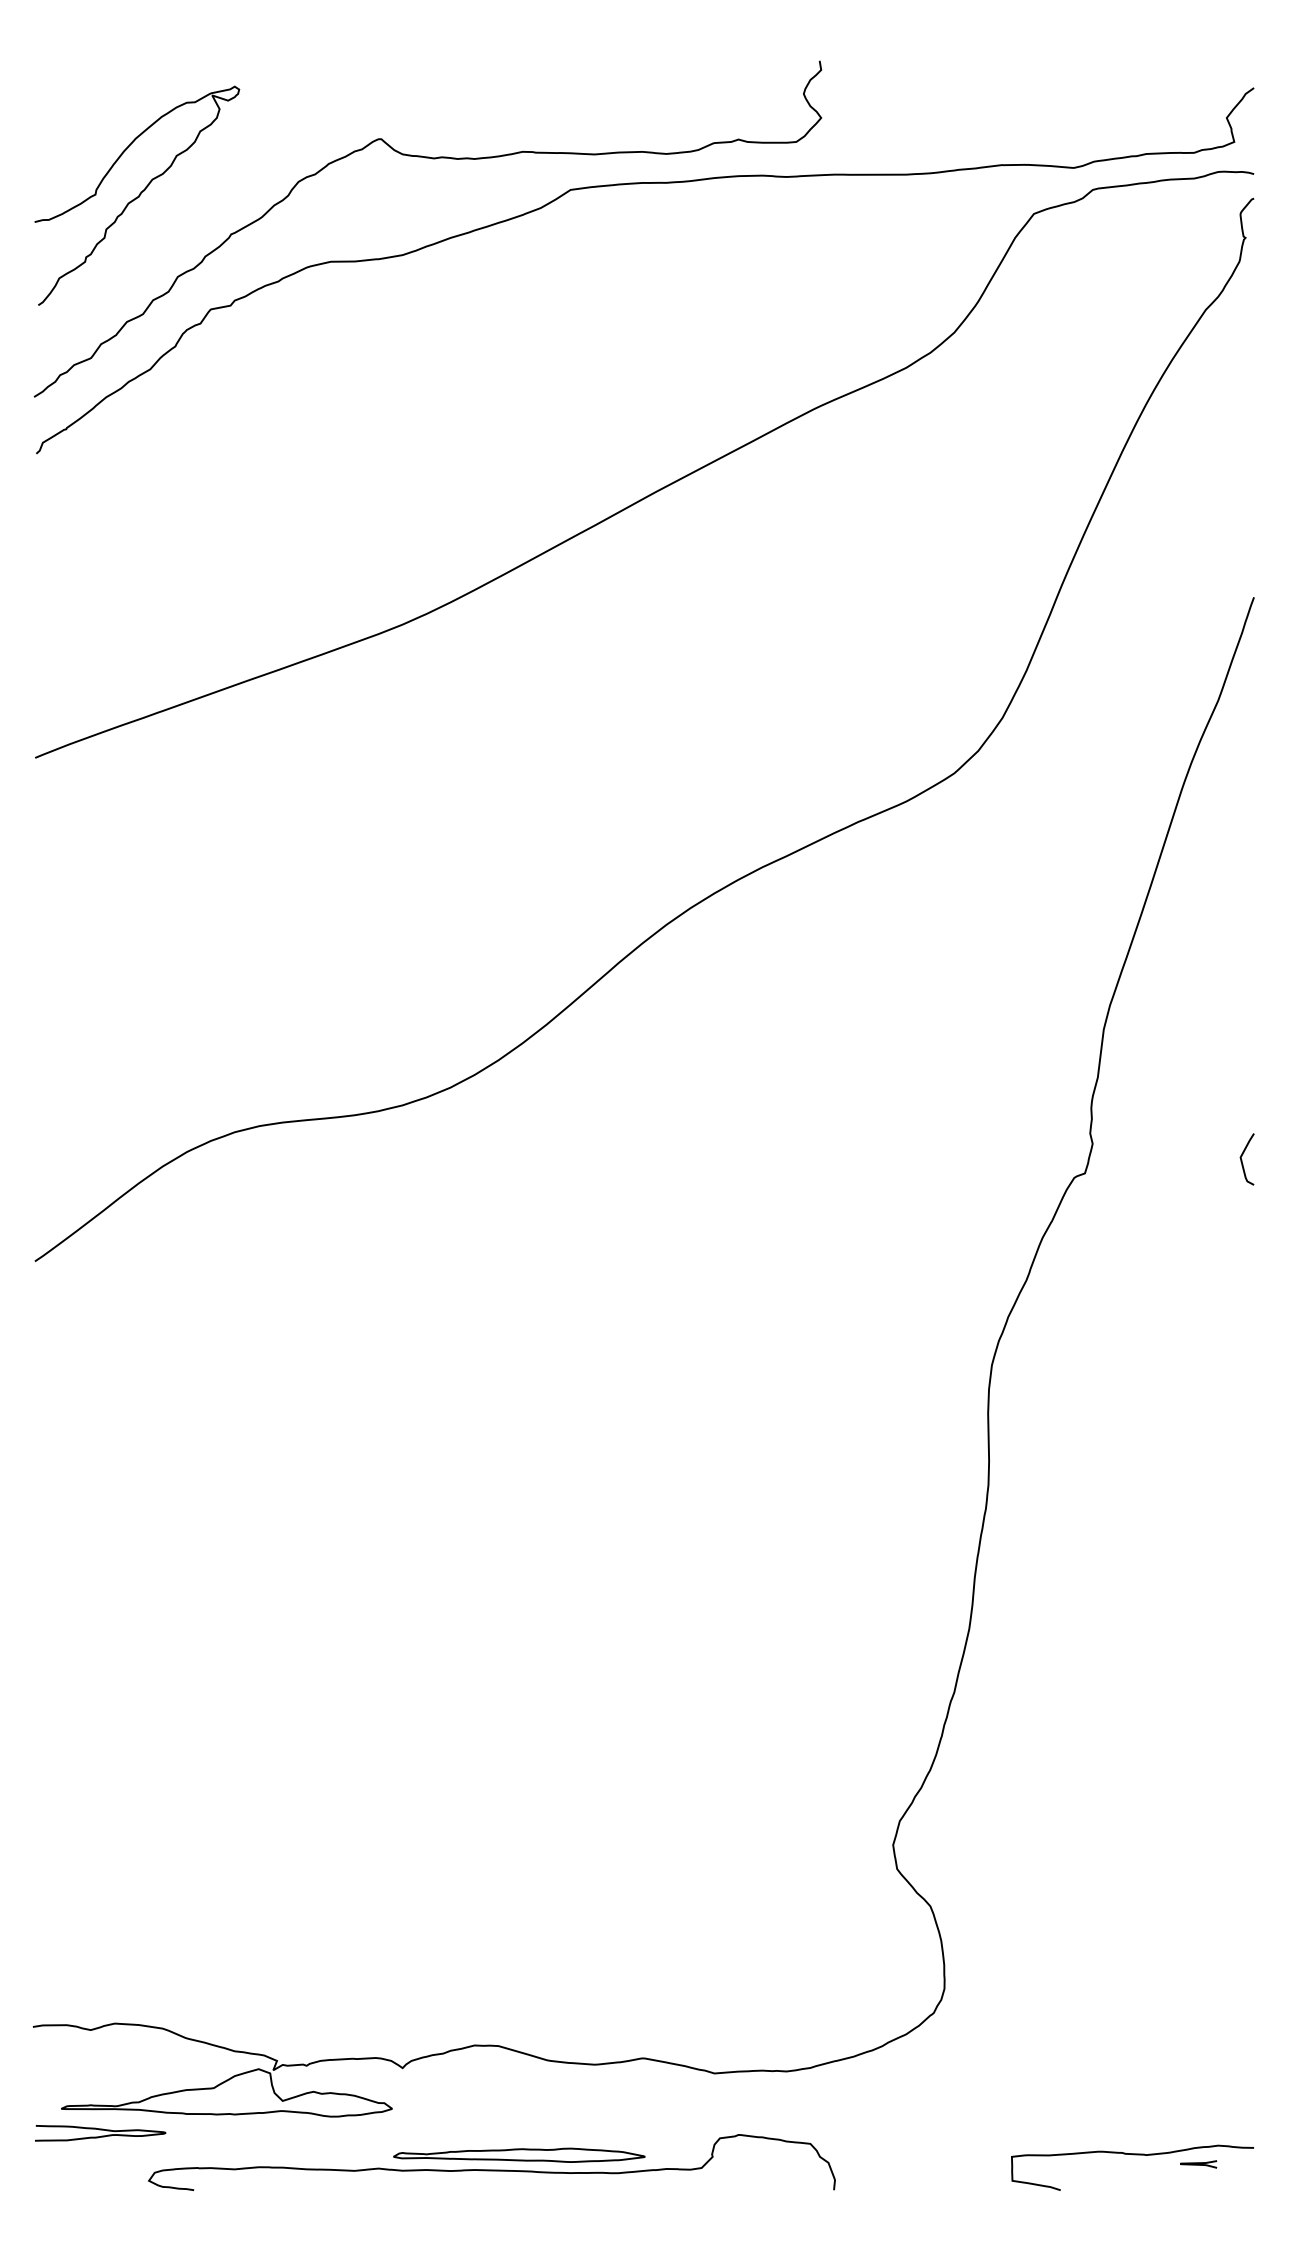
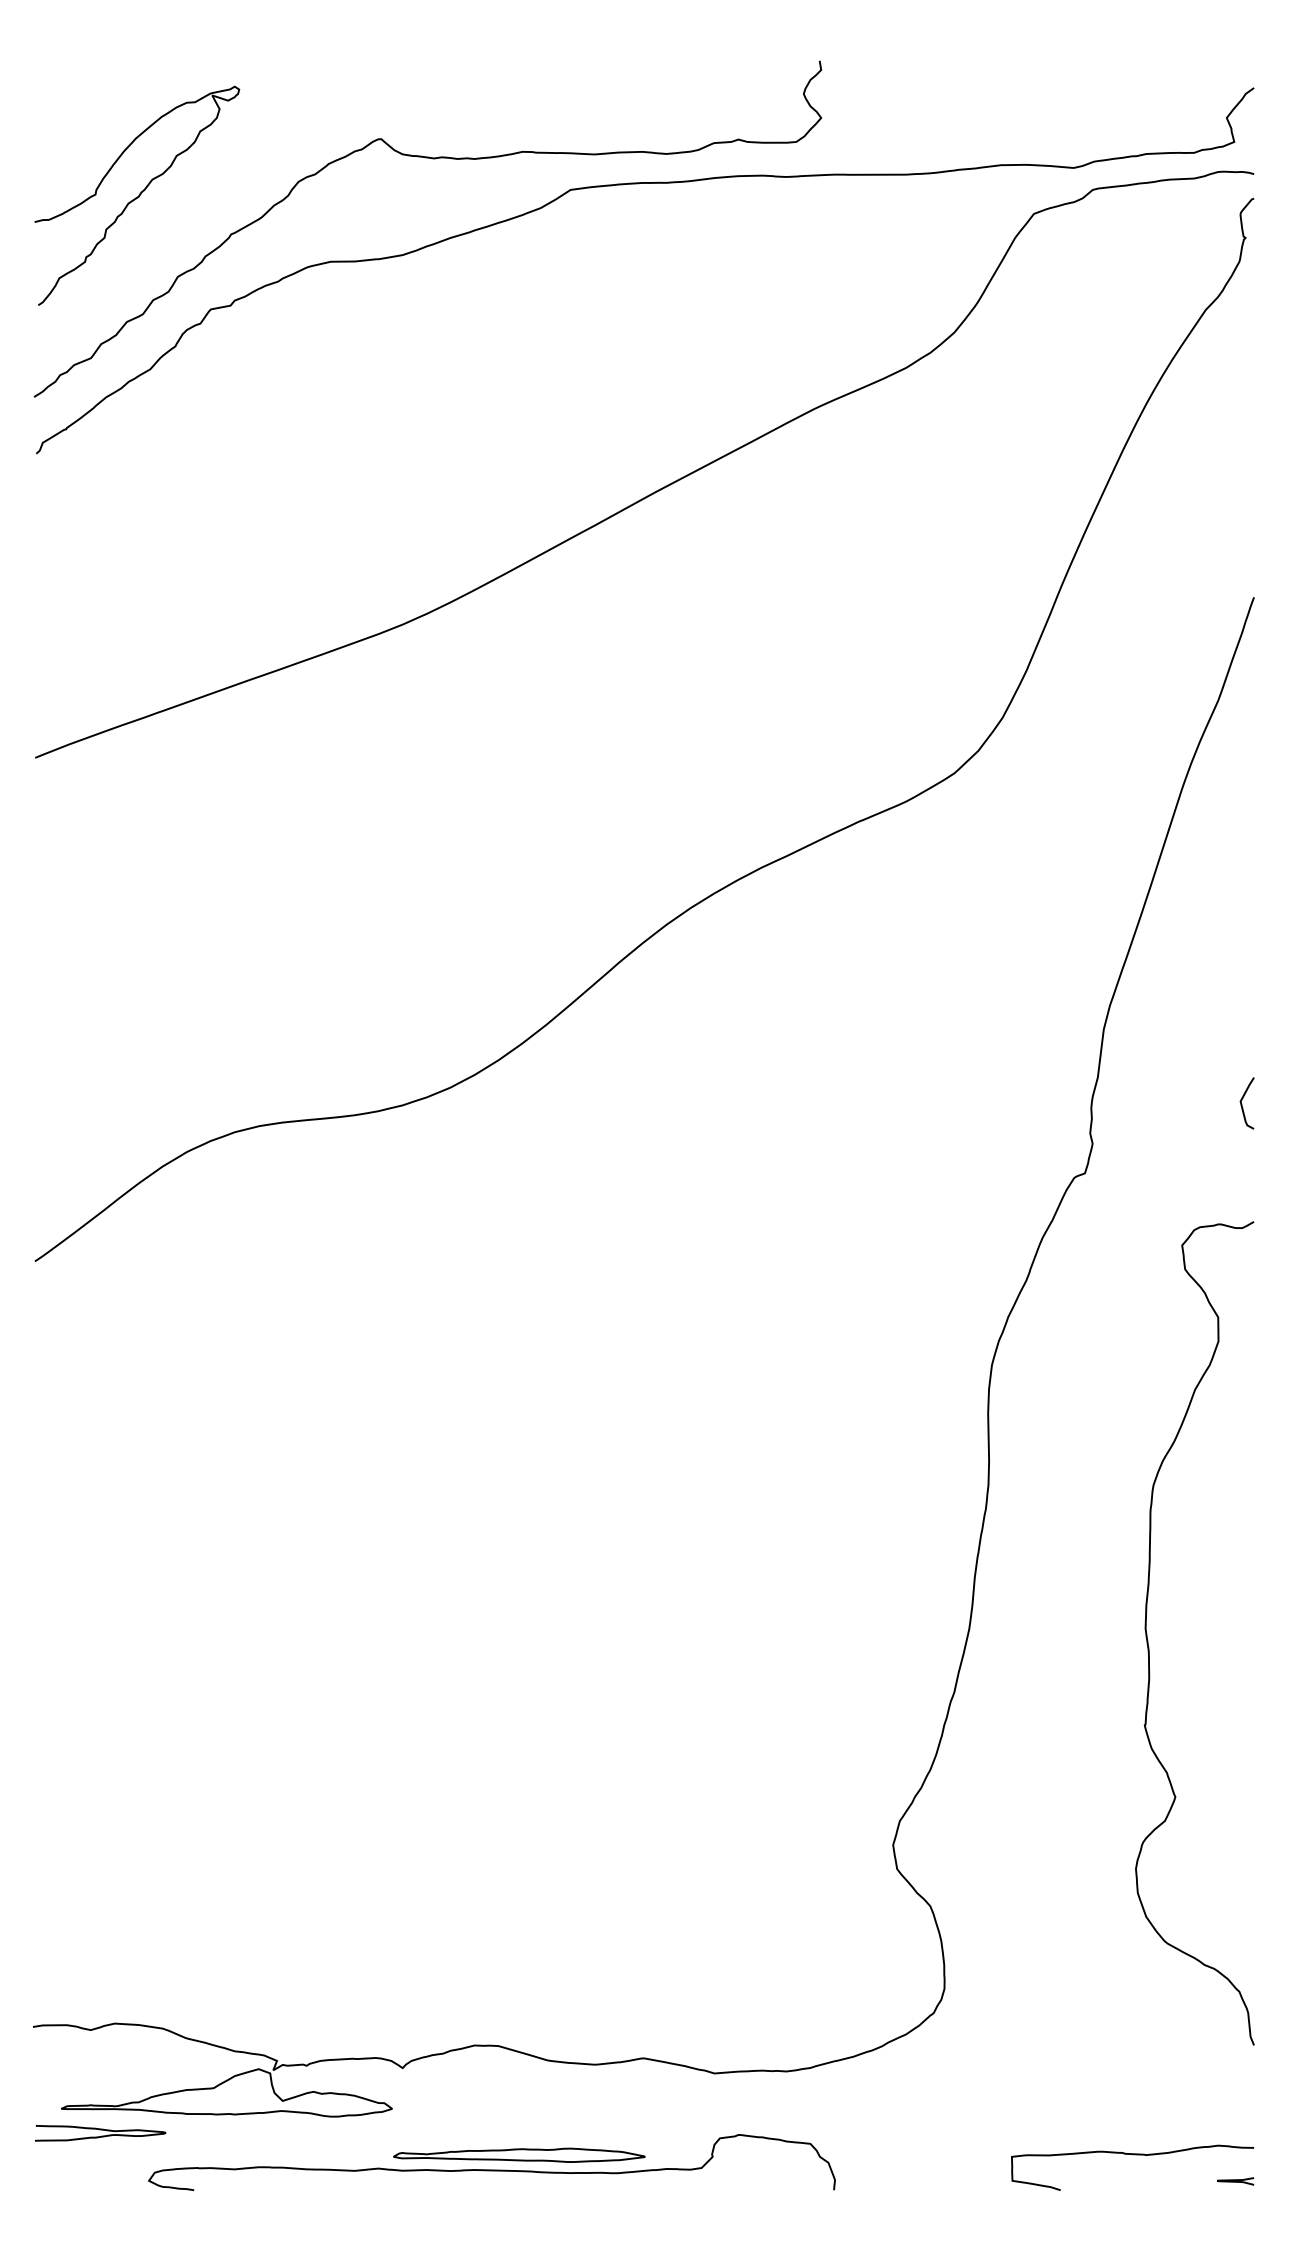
curve at (1242, 1159) position: (1242, 1159) -> (1242, 1103)
curve at (1148, 1640): none -> present
curve at (1198, 2164) position: (1198, 2164) -> (1235, 2181)
